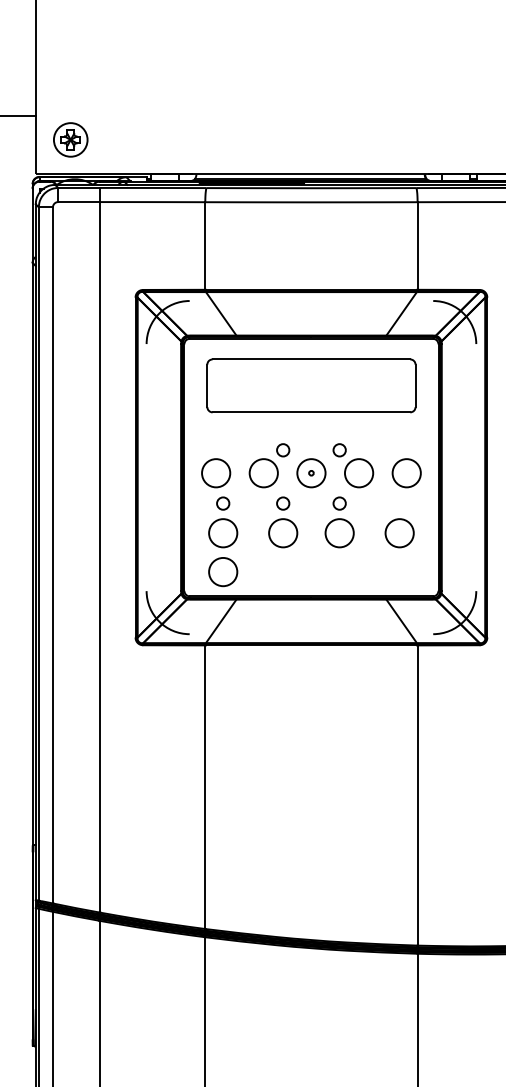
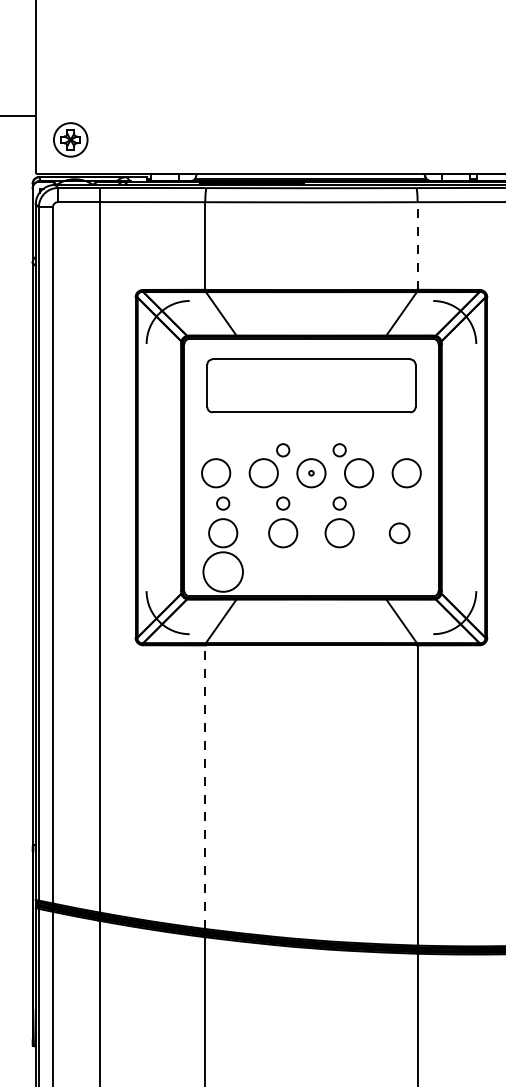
line at (417, 246): solid -> dashed
circle at (399, 533) size: 31x31 px -> 23x23 px
circle at (223, 571) diameter: 28 px -> 40 px
line at (205, 787): solid -> dashed
